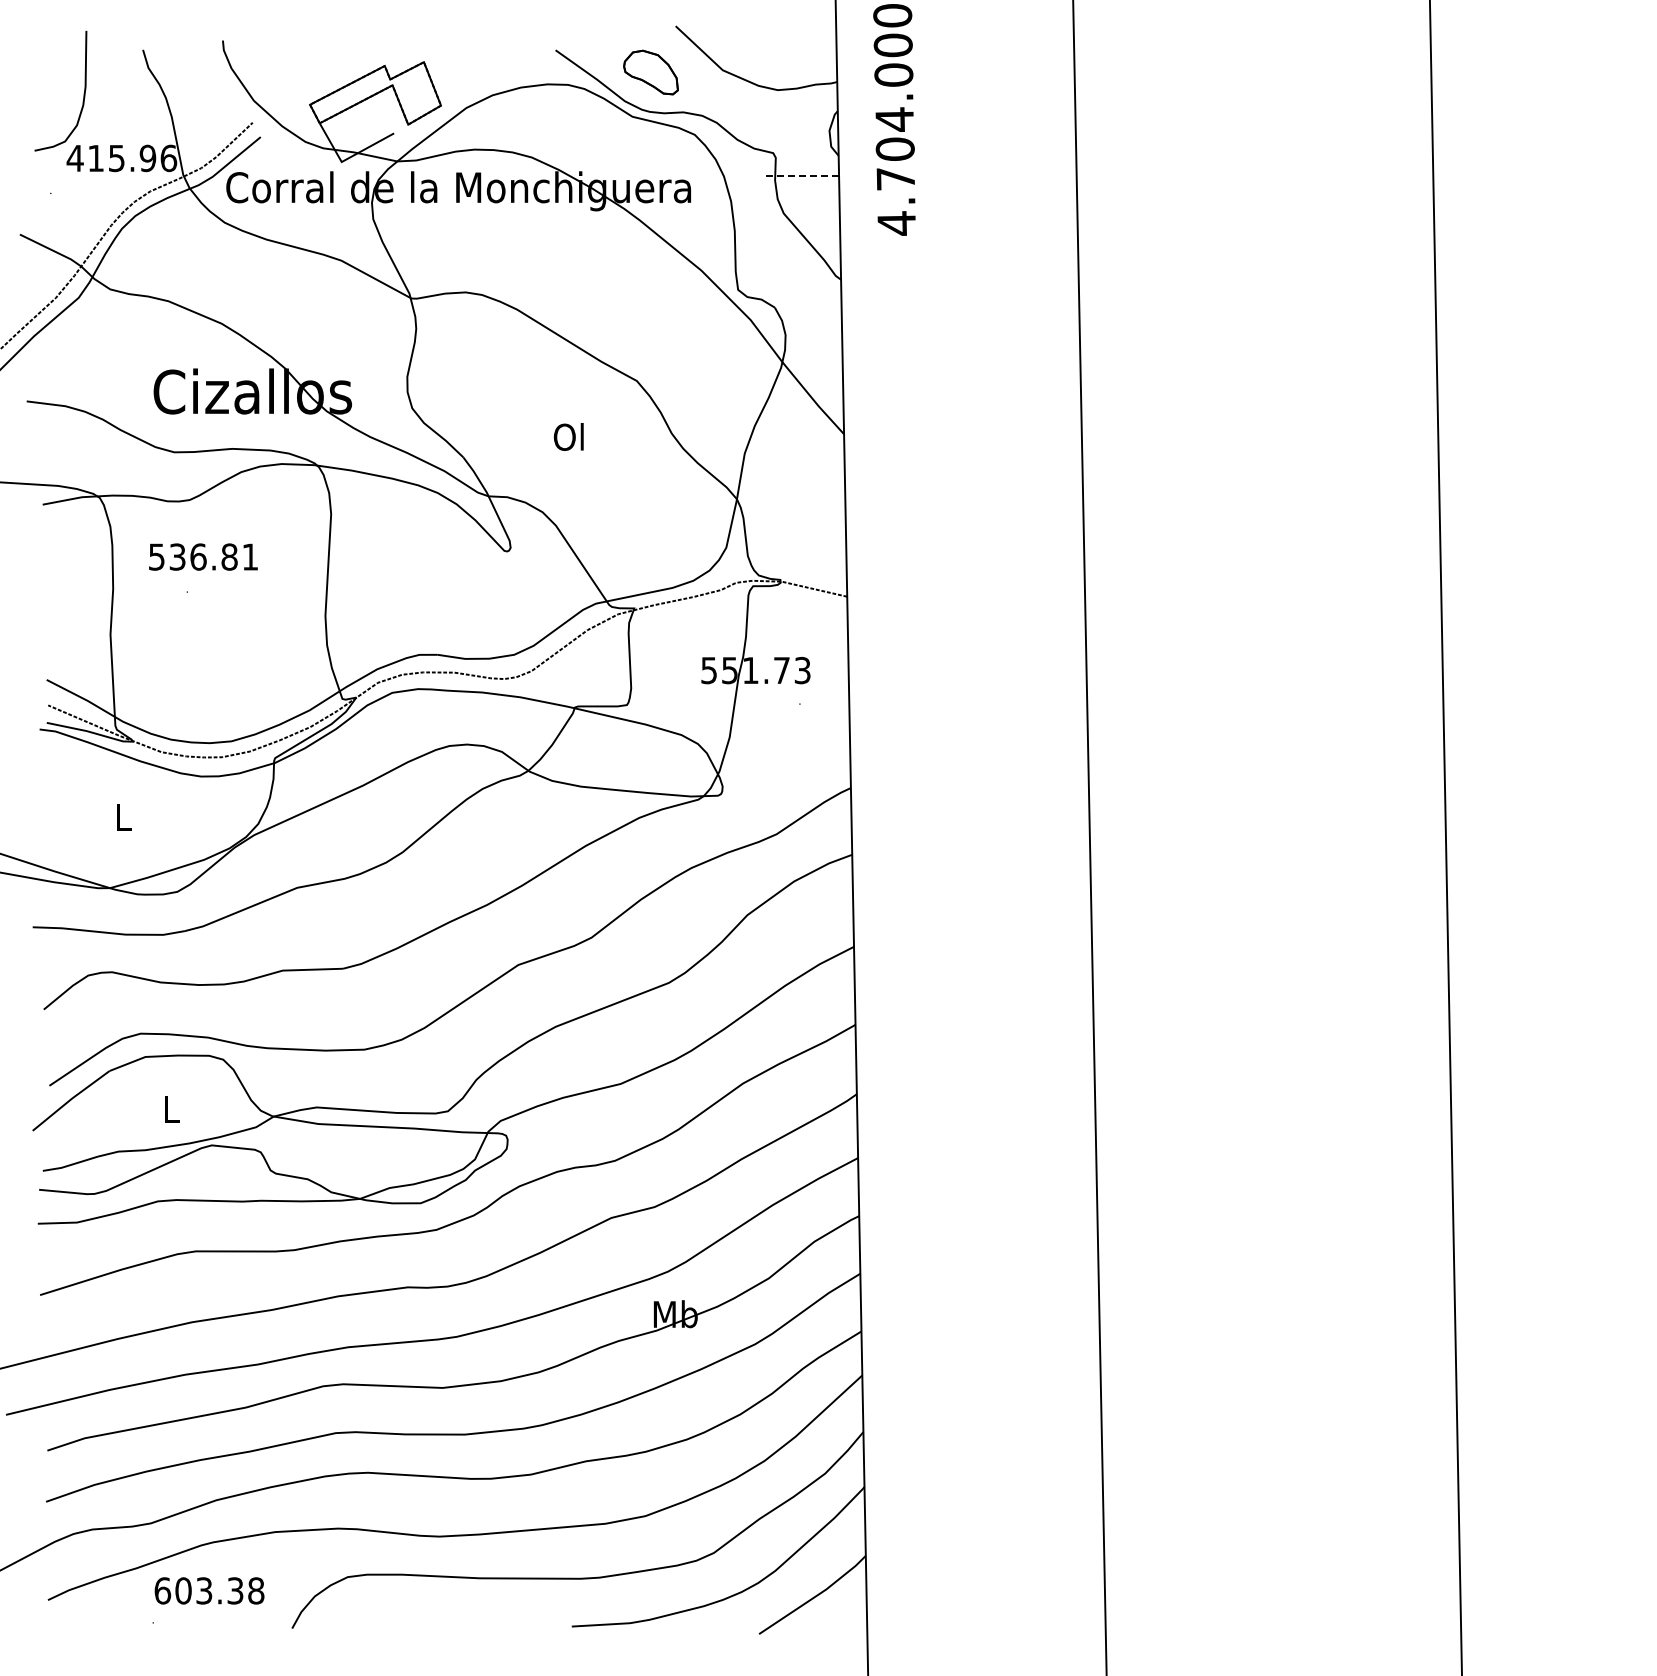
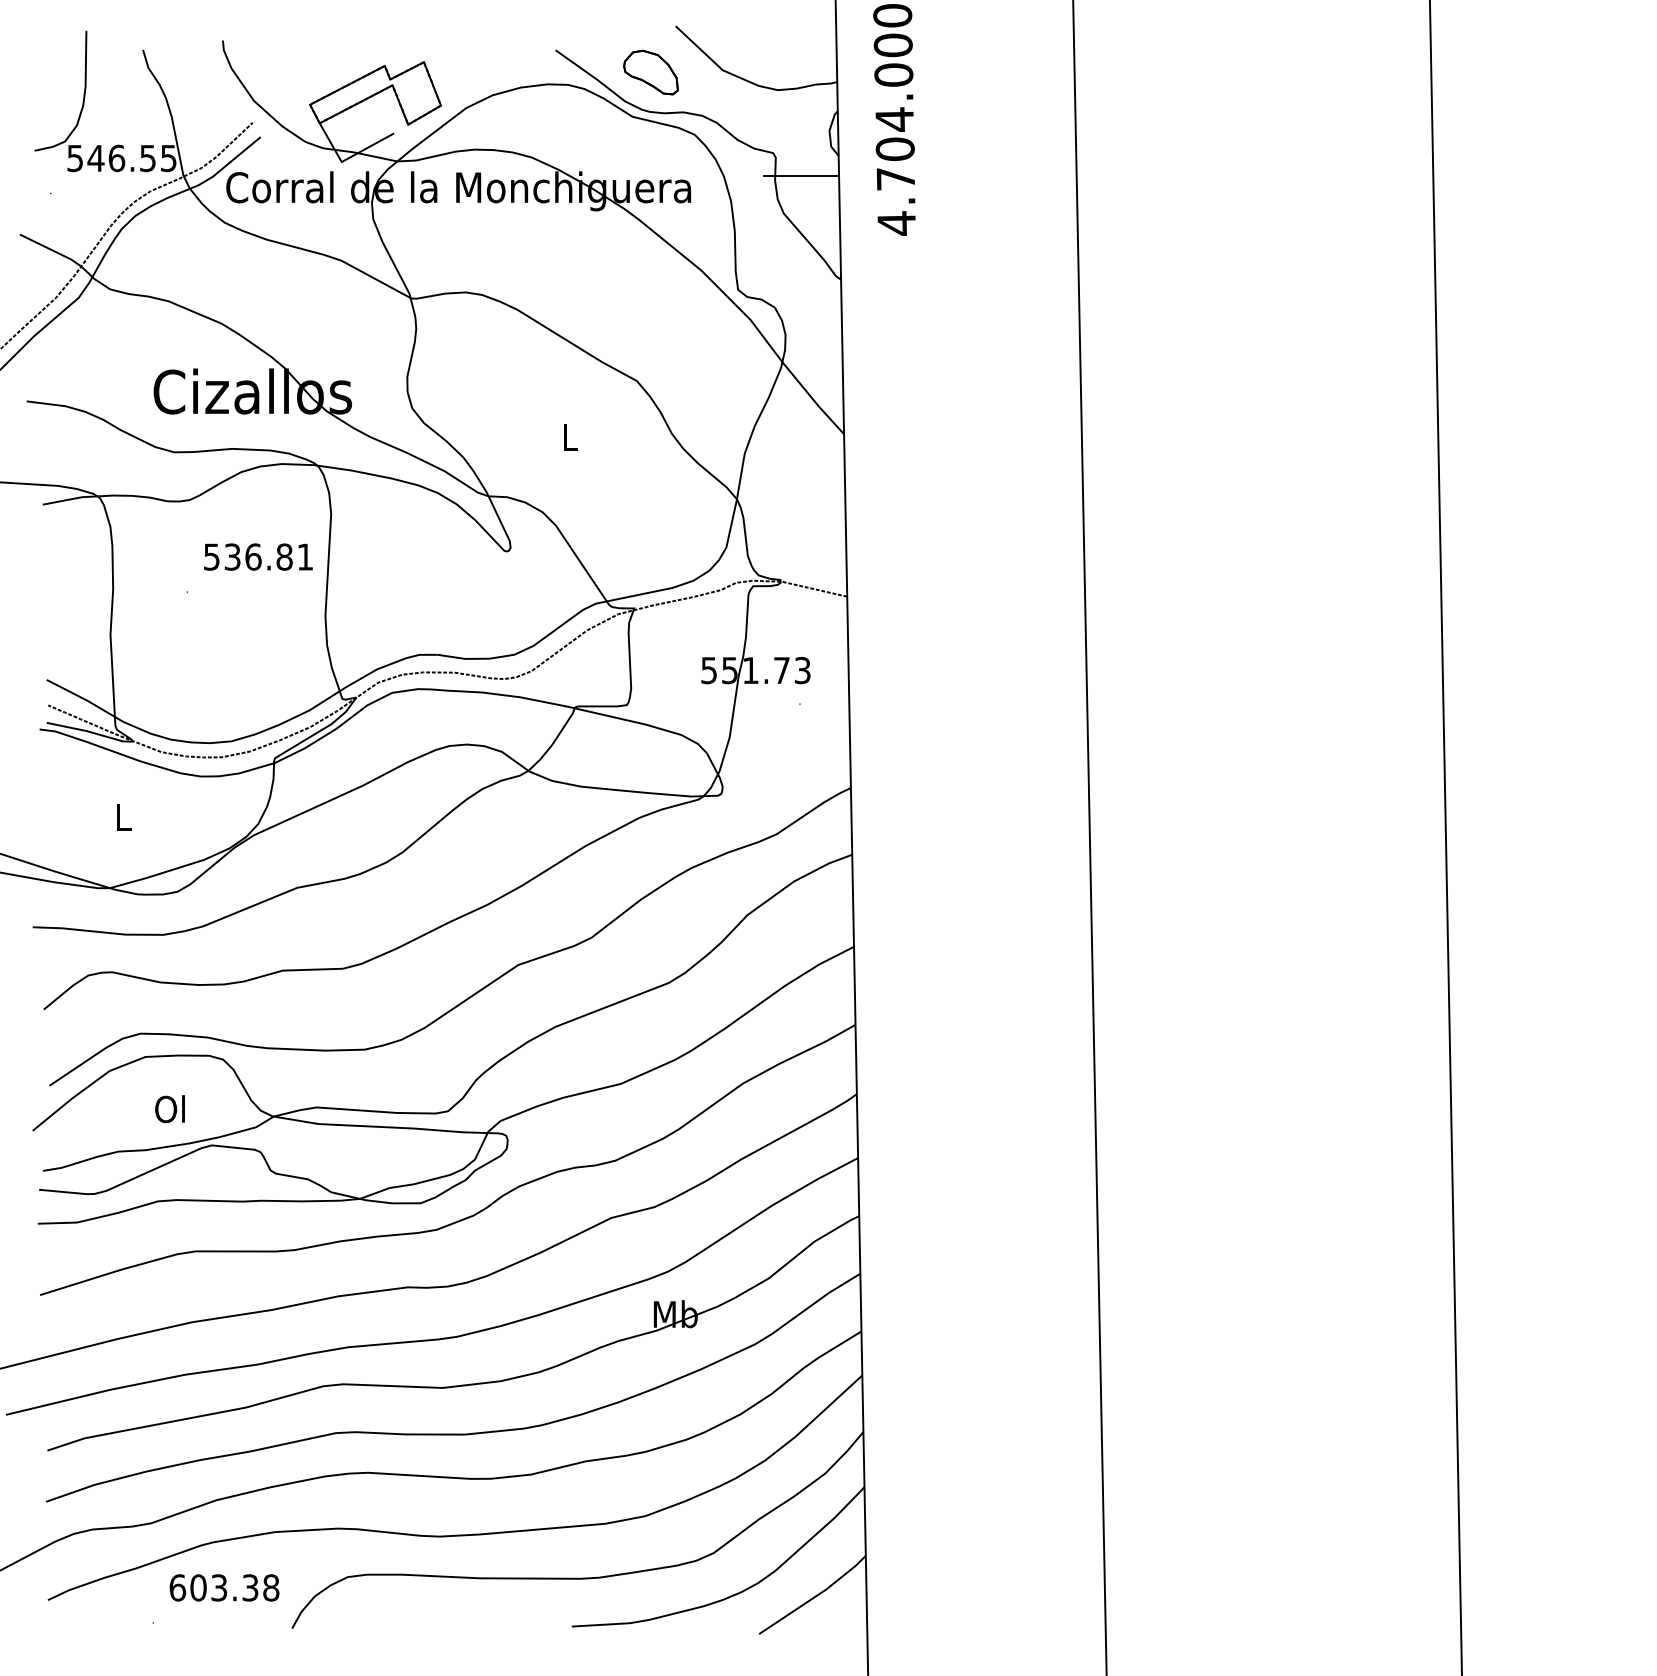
text at (121, 158): 415.96 -> 546.55
line at (801, 175): dashed -> solid
text at (568, 436): Ol -> L
text at (203, 556) position: (203, 556) -> (258, 556)
text at (169, 1109): L -> Ol
text at (209, 1590) position: (209, 1590) -> (224, 1587)
